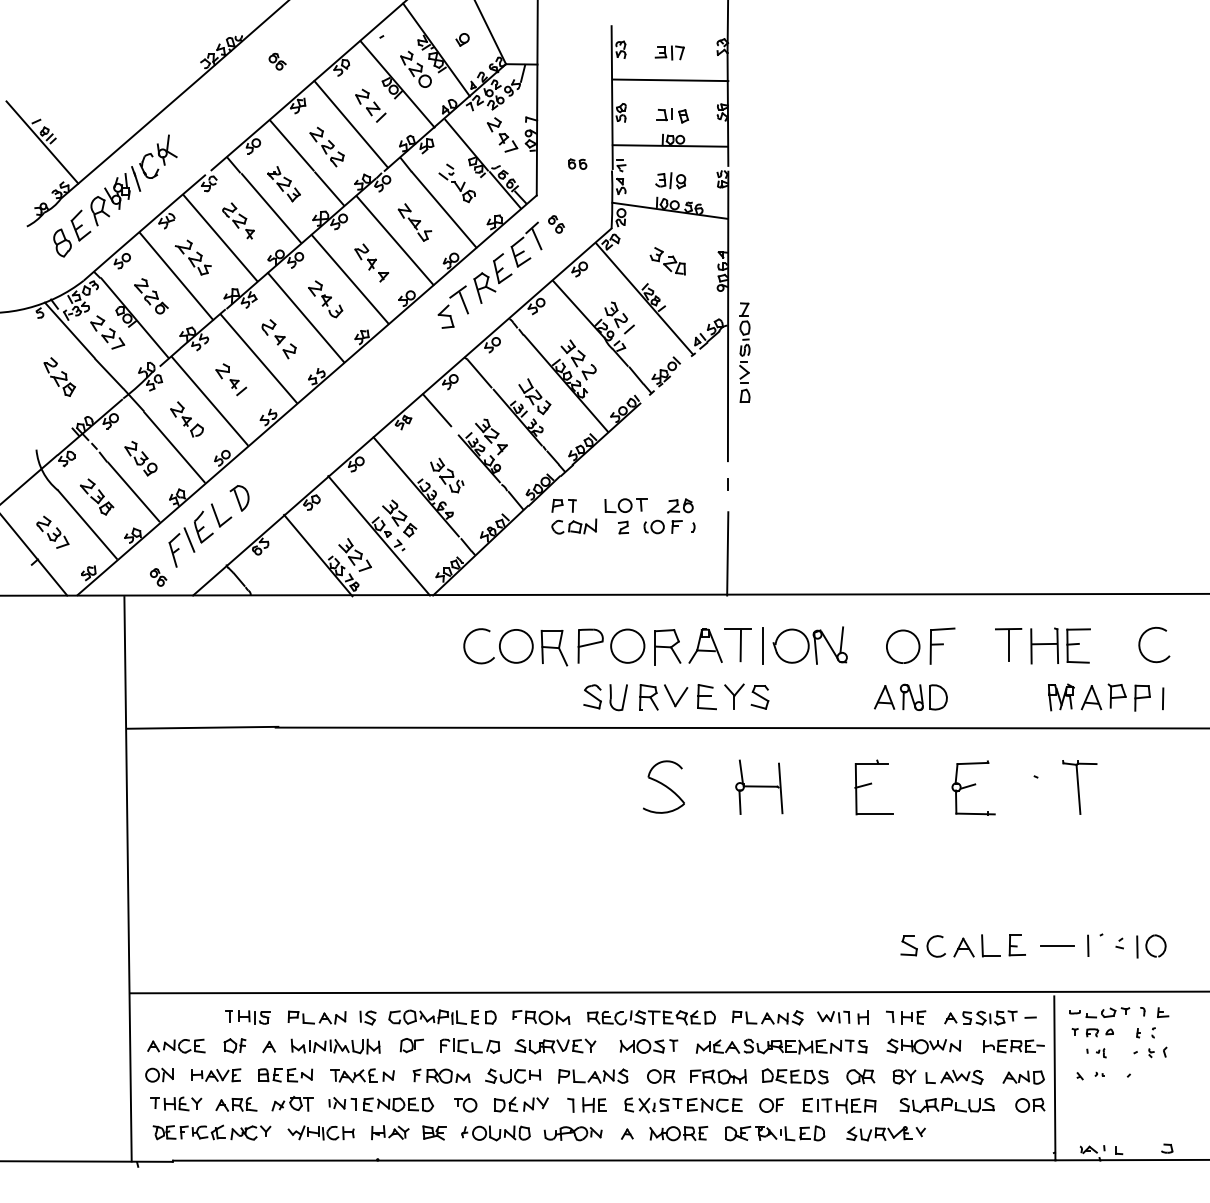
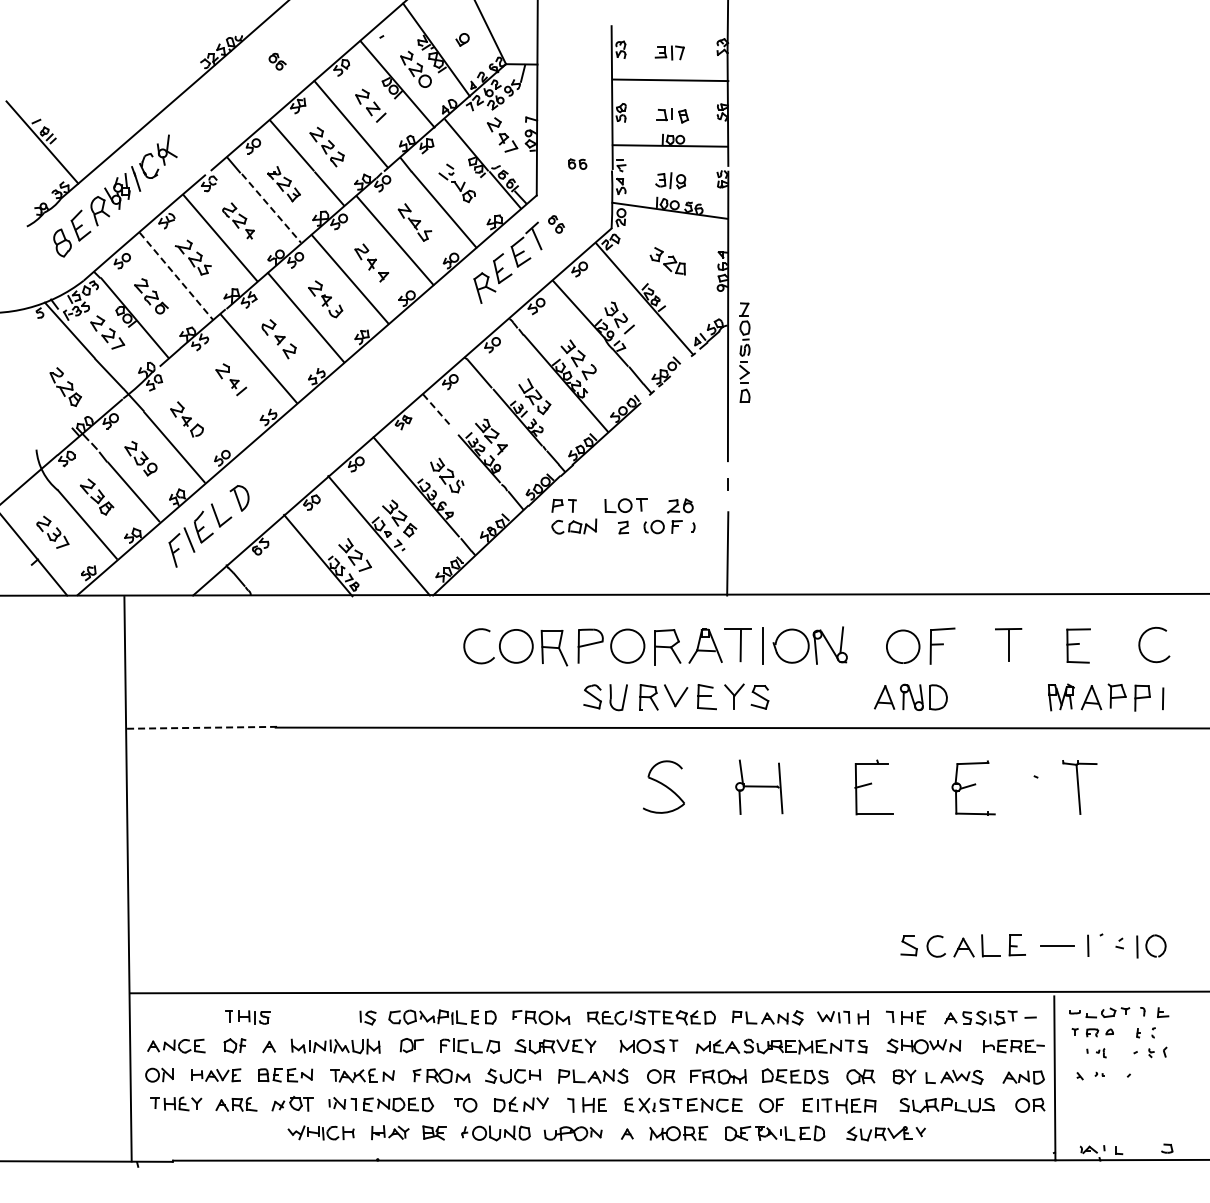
line at (271, 208): solid -> dashed
line at (176, 276): solid -> dashed
part at (452, 306): present -> none
part at (59, 376) position: (59, 376) -> (65, 386)
line at (209, 401): present -> none
line at (437, 410): solid -> dashed
part at (158, 577): present -> none
part at (1044, 645): present -> none
line at (202, 727): solid -> dashed
part at (316, 1017): present -> none
part at (211, 1132): present -> none
